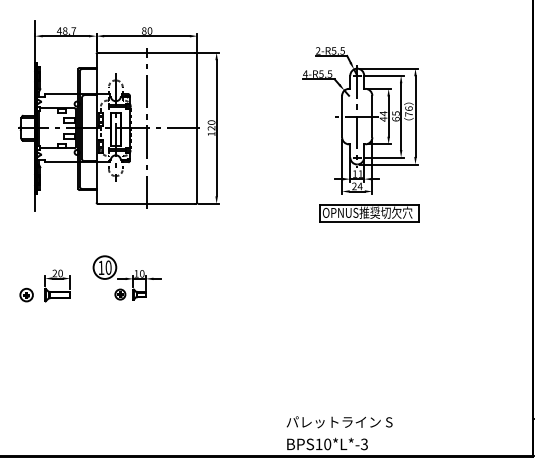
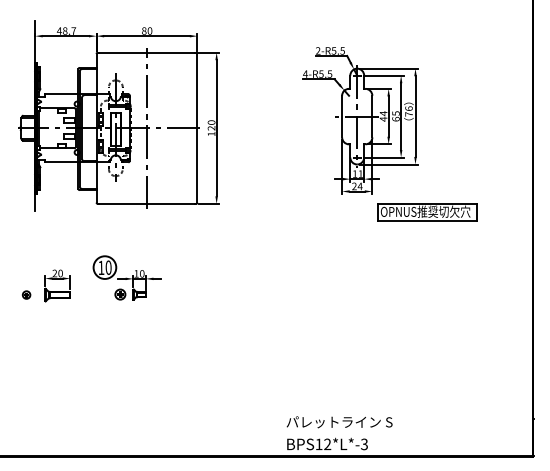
part at (369, 213) position: (369, 213) -> (427, 212)
part at (26, 294) size: 15x16 px -> 10x10 px
text at (327, 444): BPS10*L*-3 -> BPS12*L*-3
